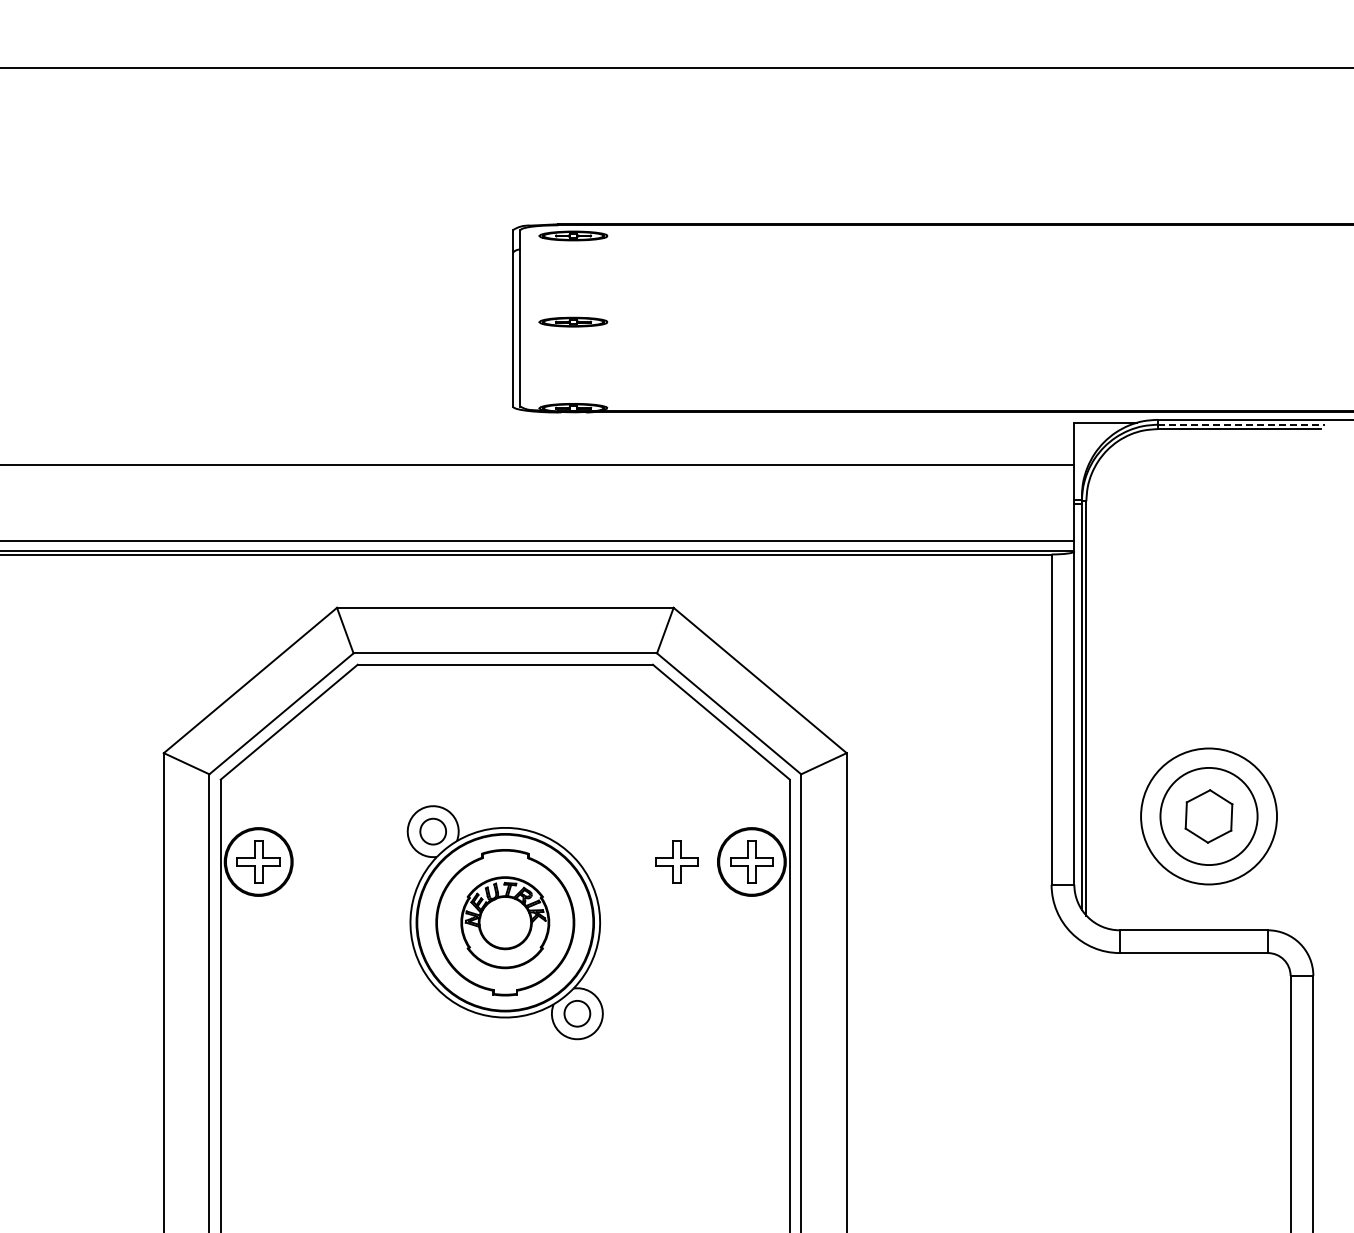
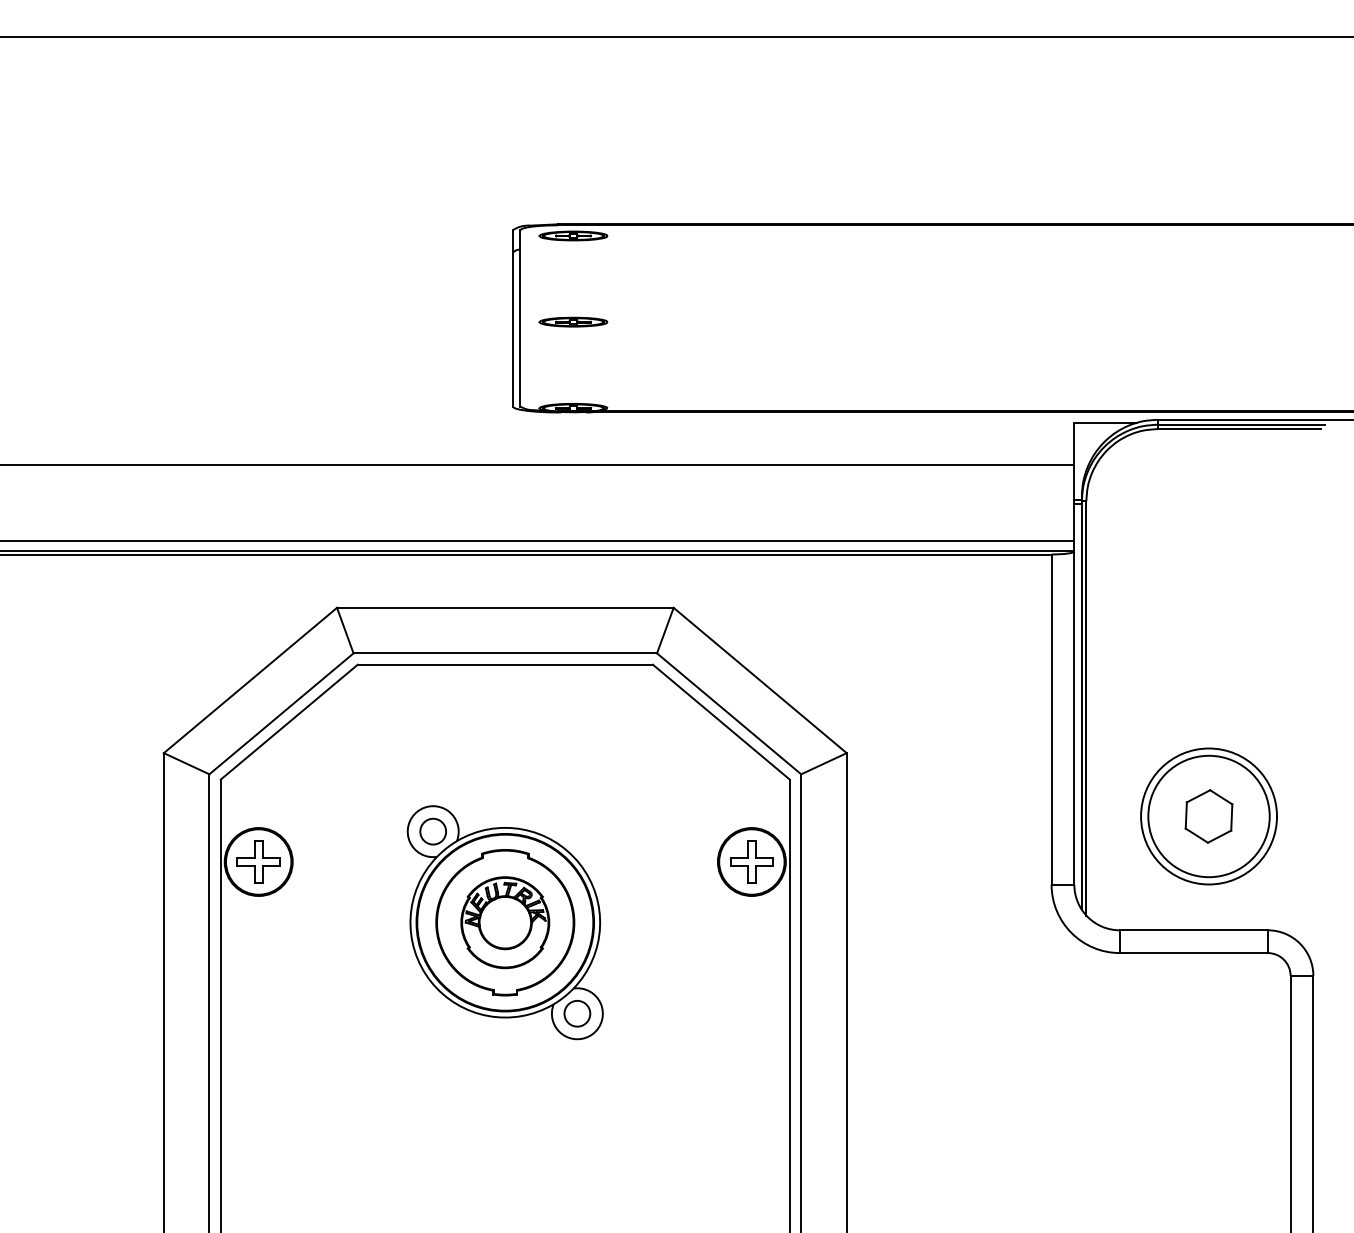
line at (676, 68) position: (676, 68) -> (676, 37)
line at (1241, 424): dashed -> solid
circle at (1208, 816) diameter: 97 px -> 121 px
part at (676, 861): present -> none
